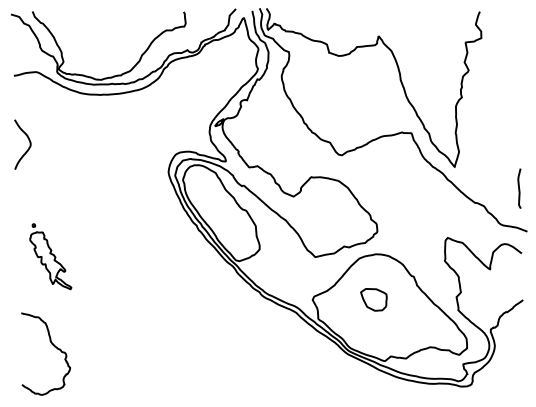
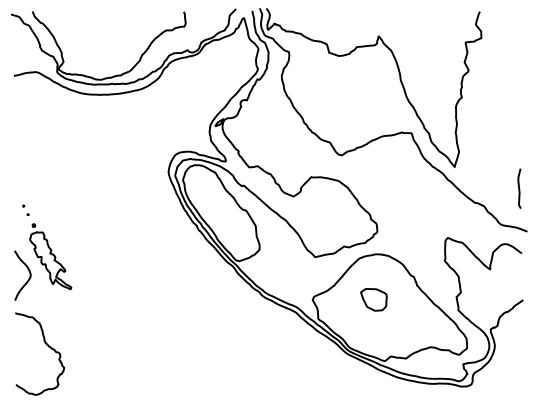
curve at (28, 147) position: (28, 147) -> (28, 278)
part at (25, 209): none -> present
curve at (52, 345) position: (52, 345) -> (46, 345)
